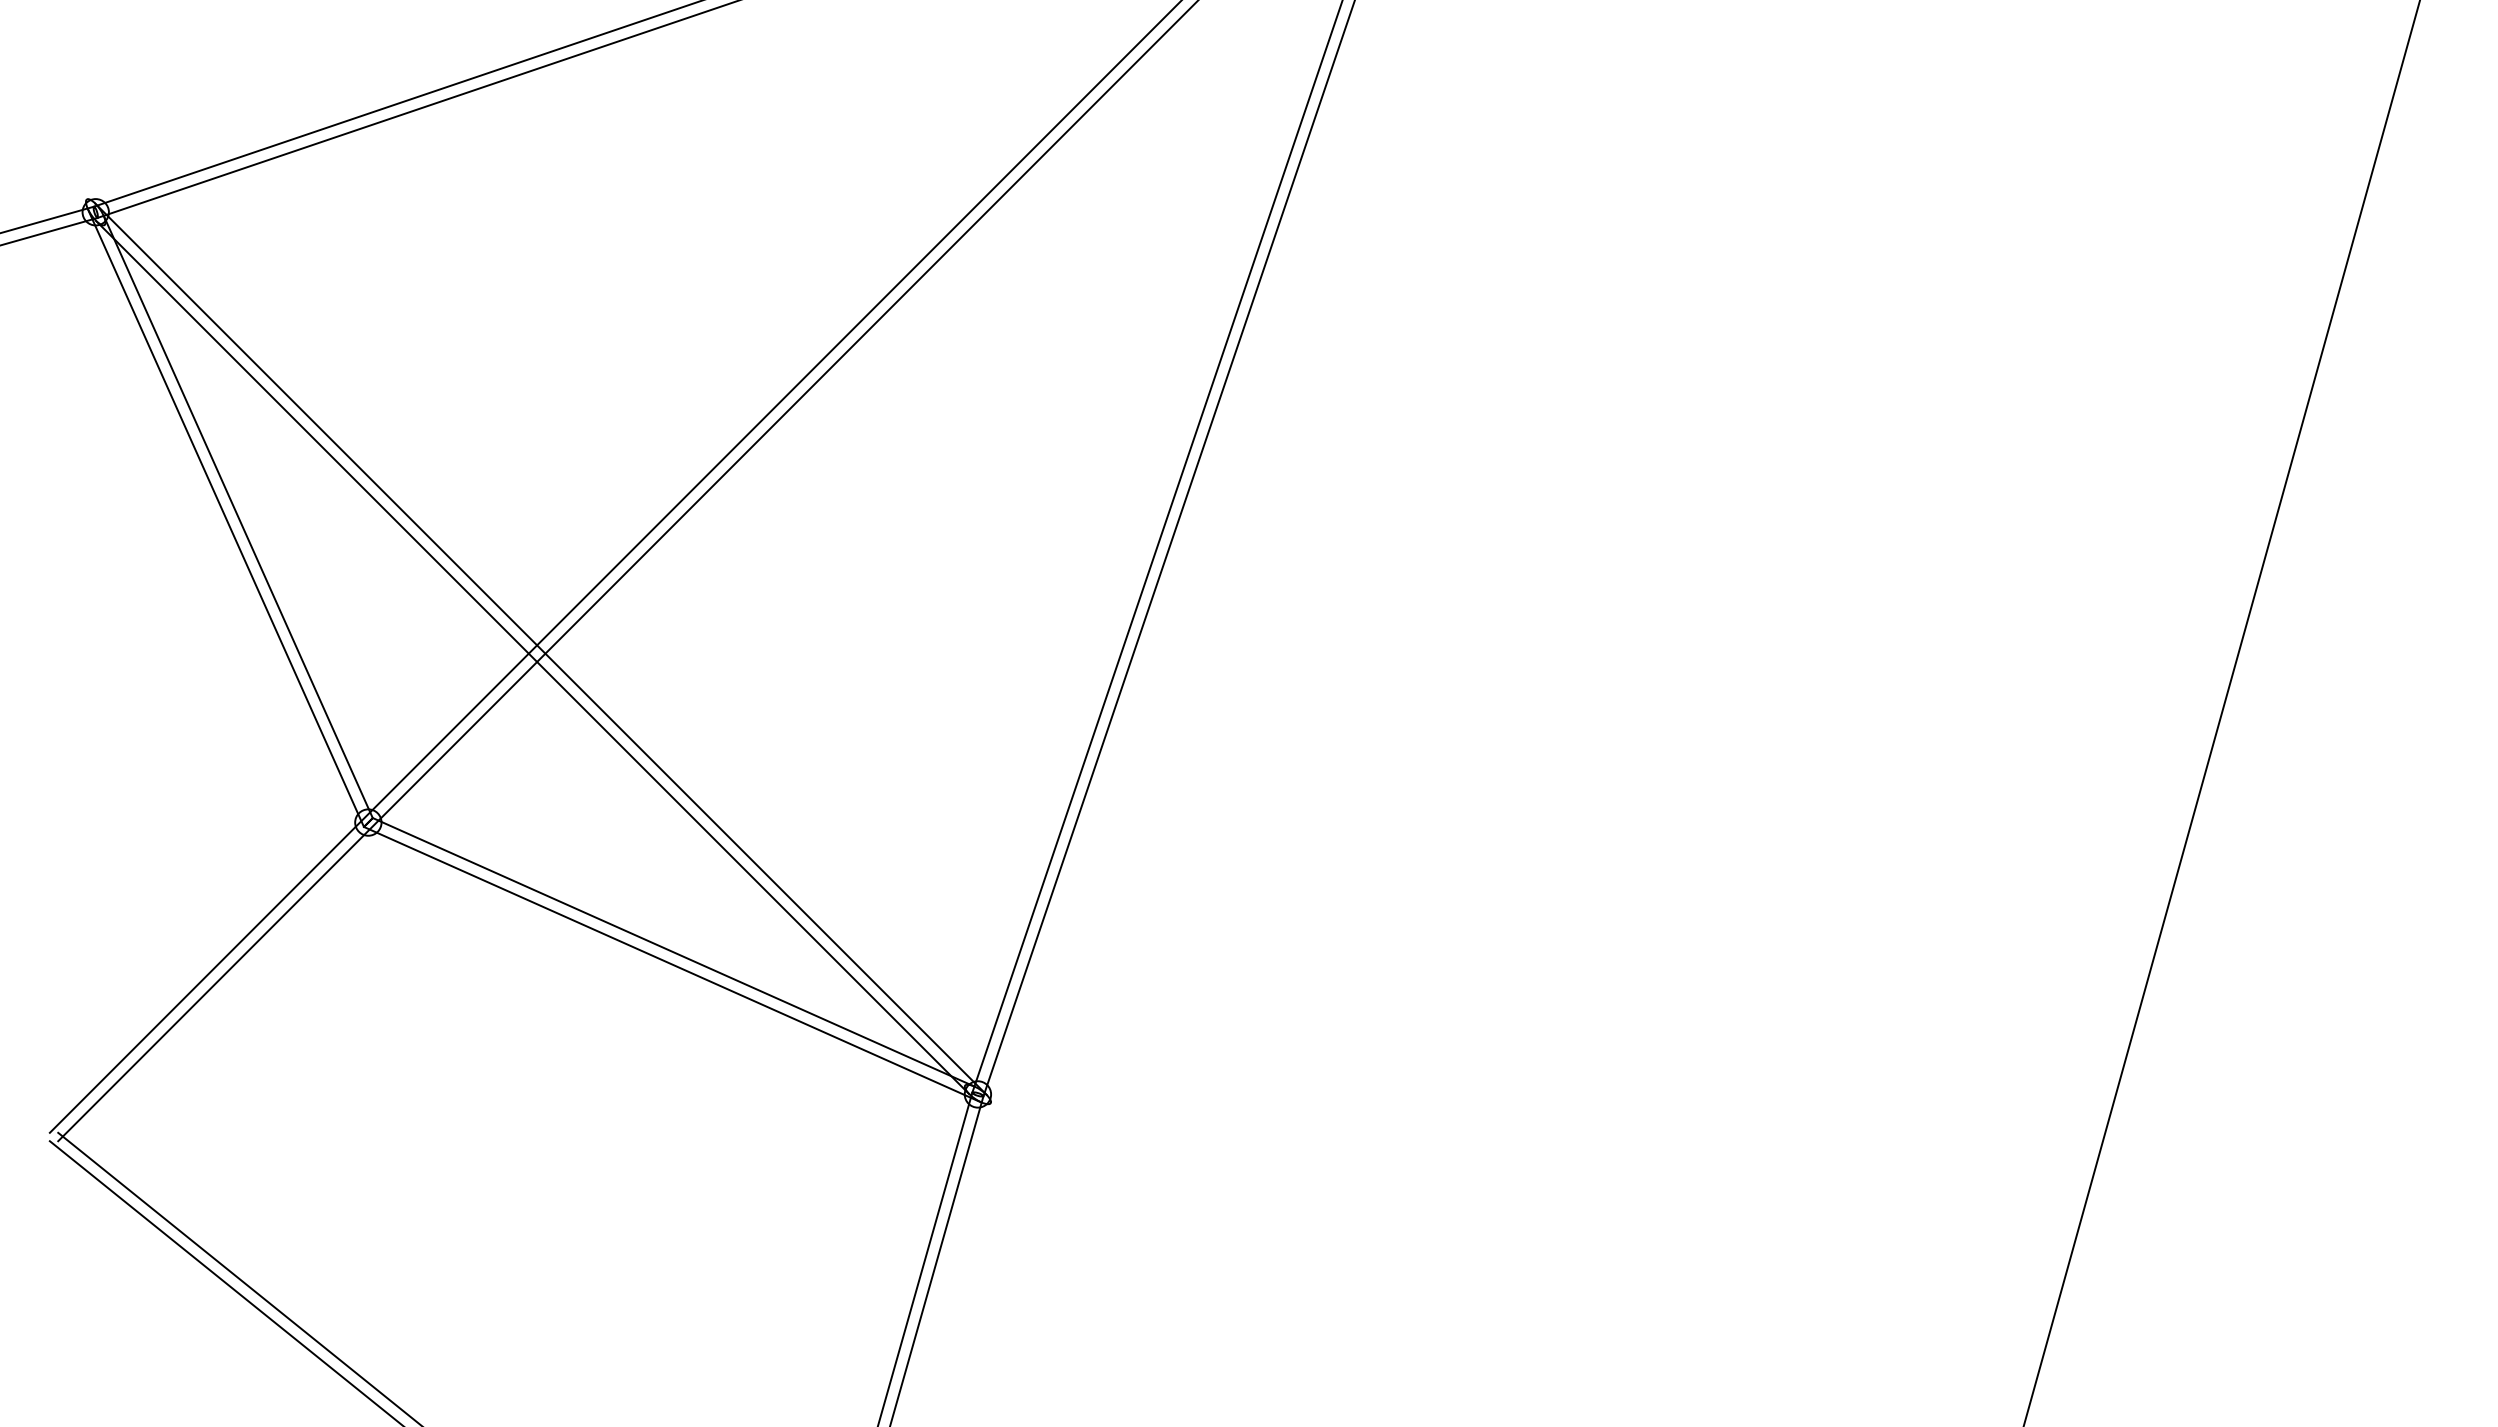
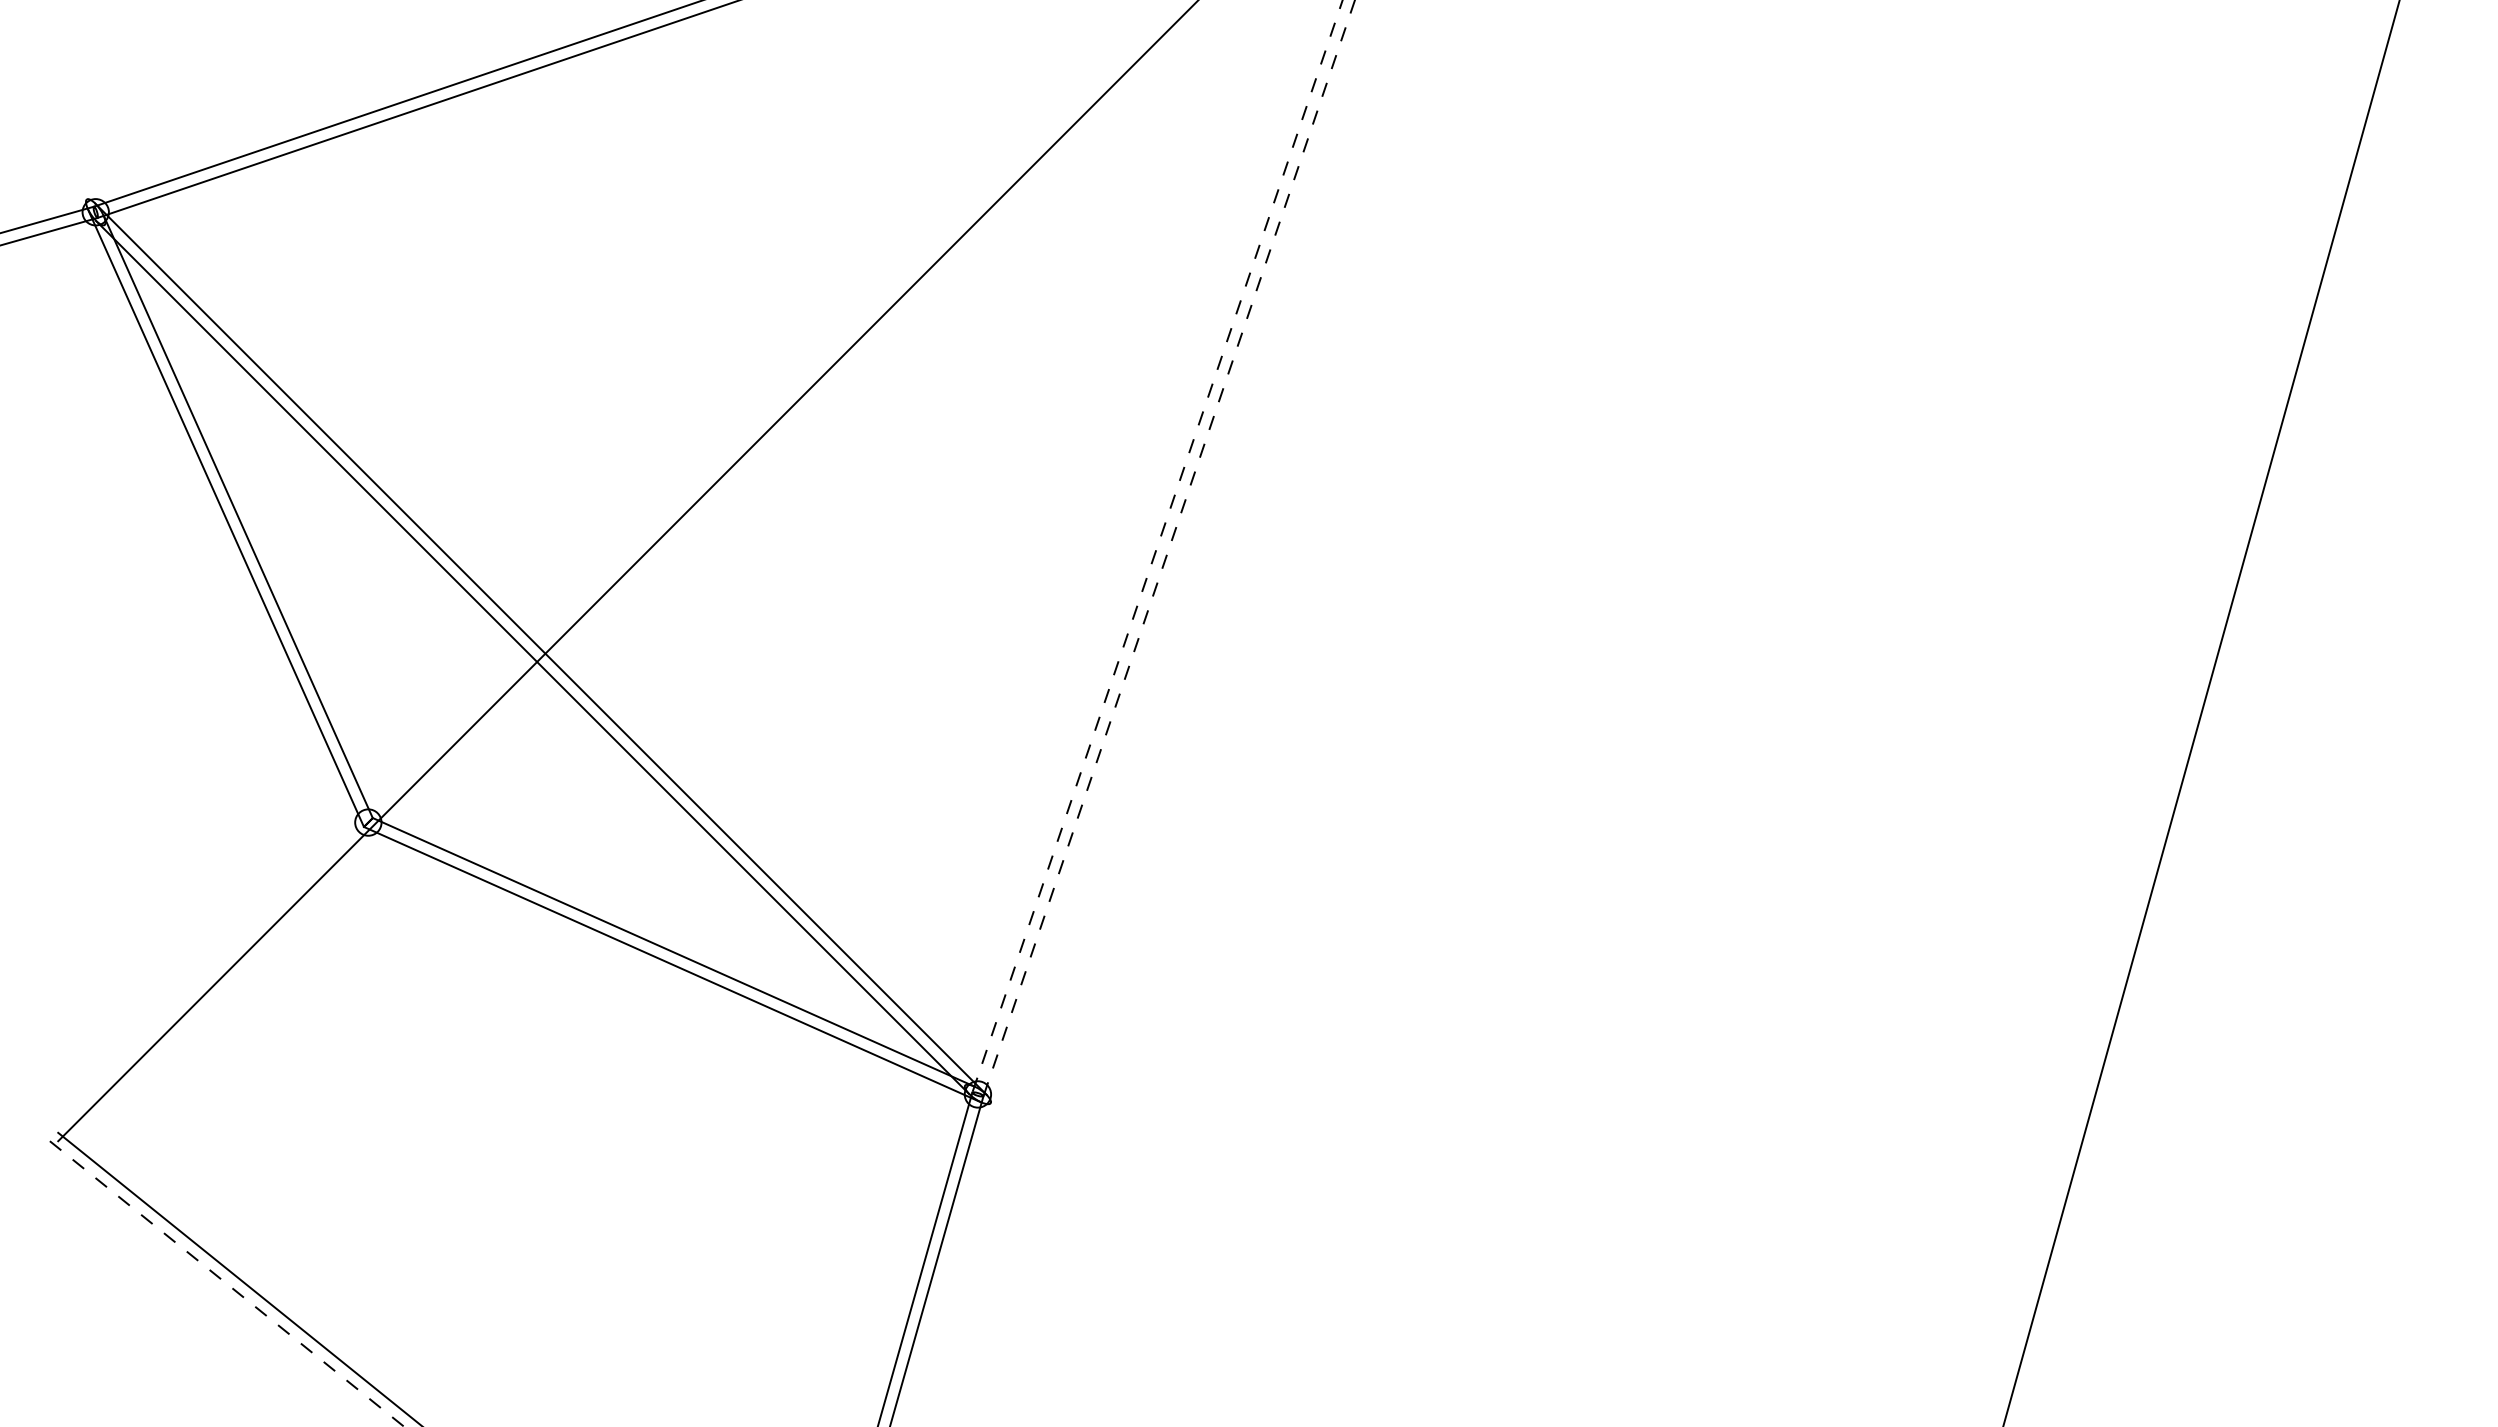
line at (1157, 546): solid -> dashed
line at (1169, 548): solid -> dashed
line at (614, 567): present -> none
line at (2221, 712) position: (2221, 712) -> (2201, 712)
line at (227, 1284): solid -> dashed
